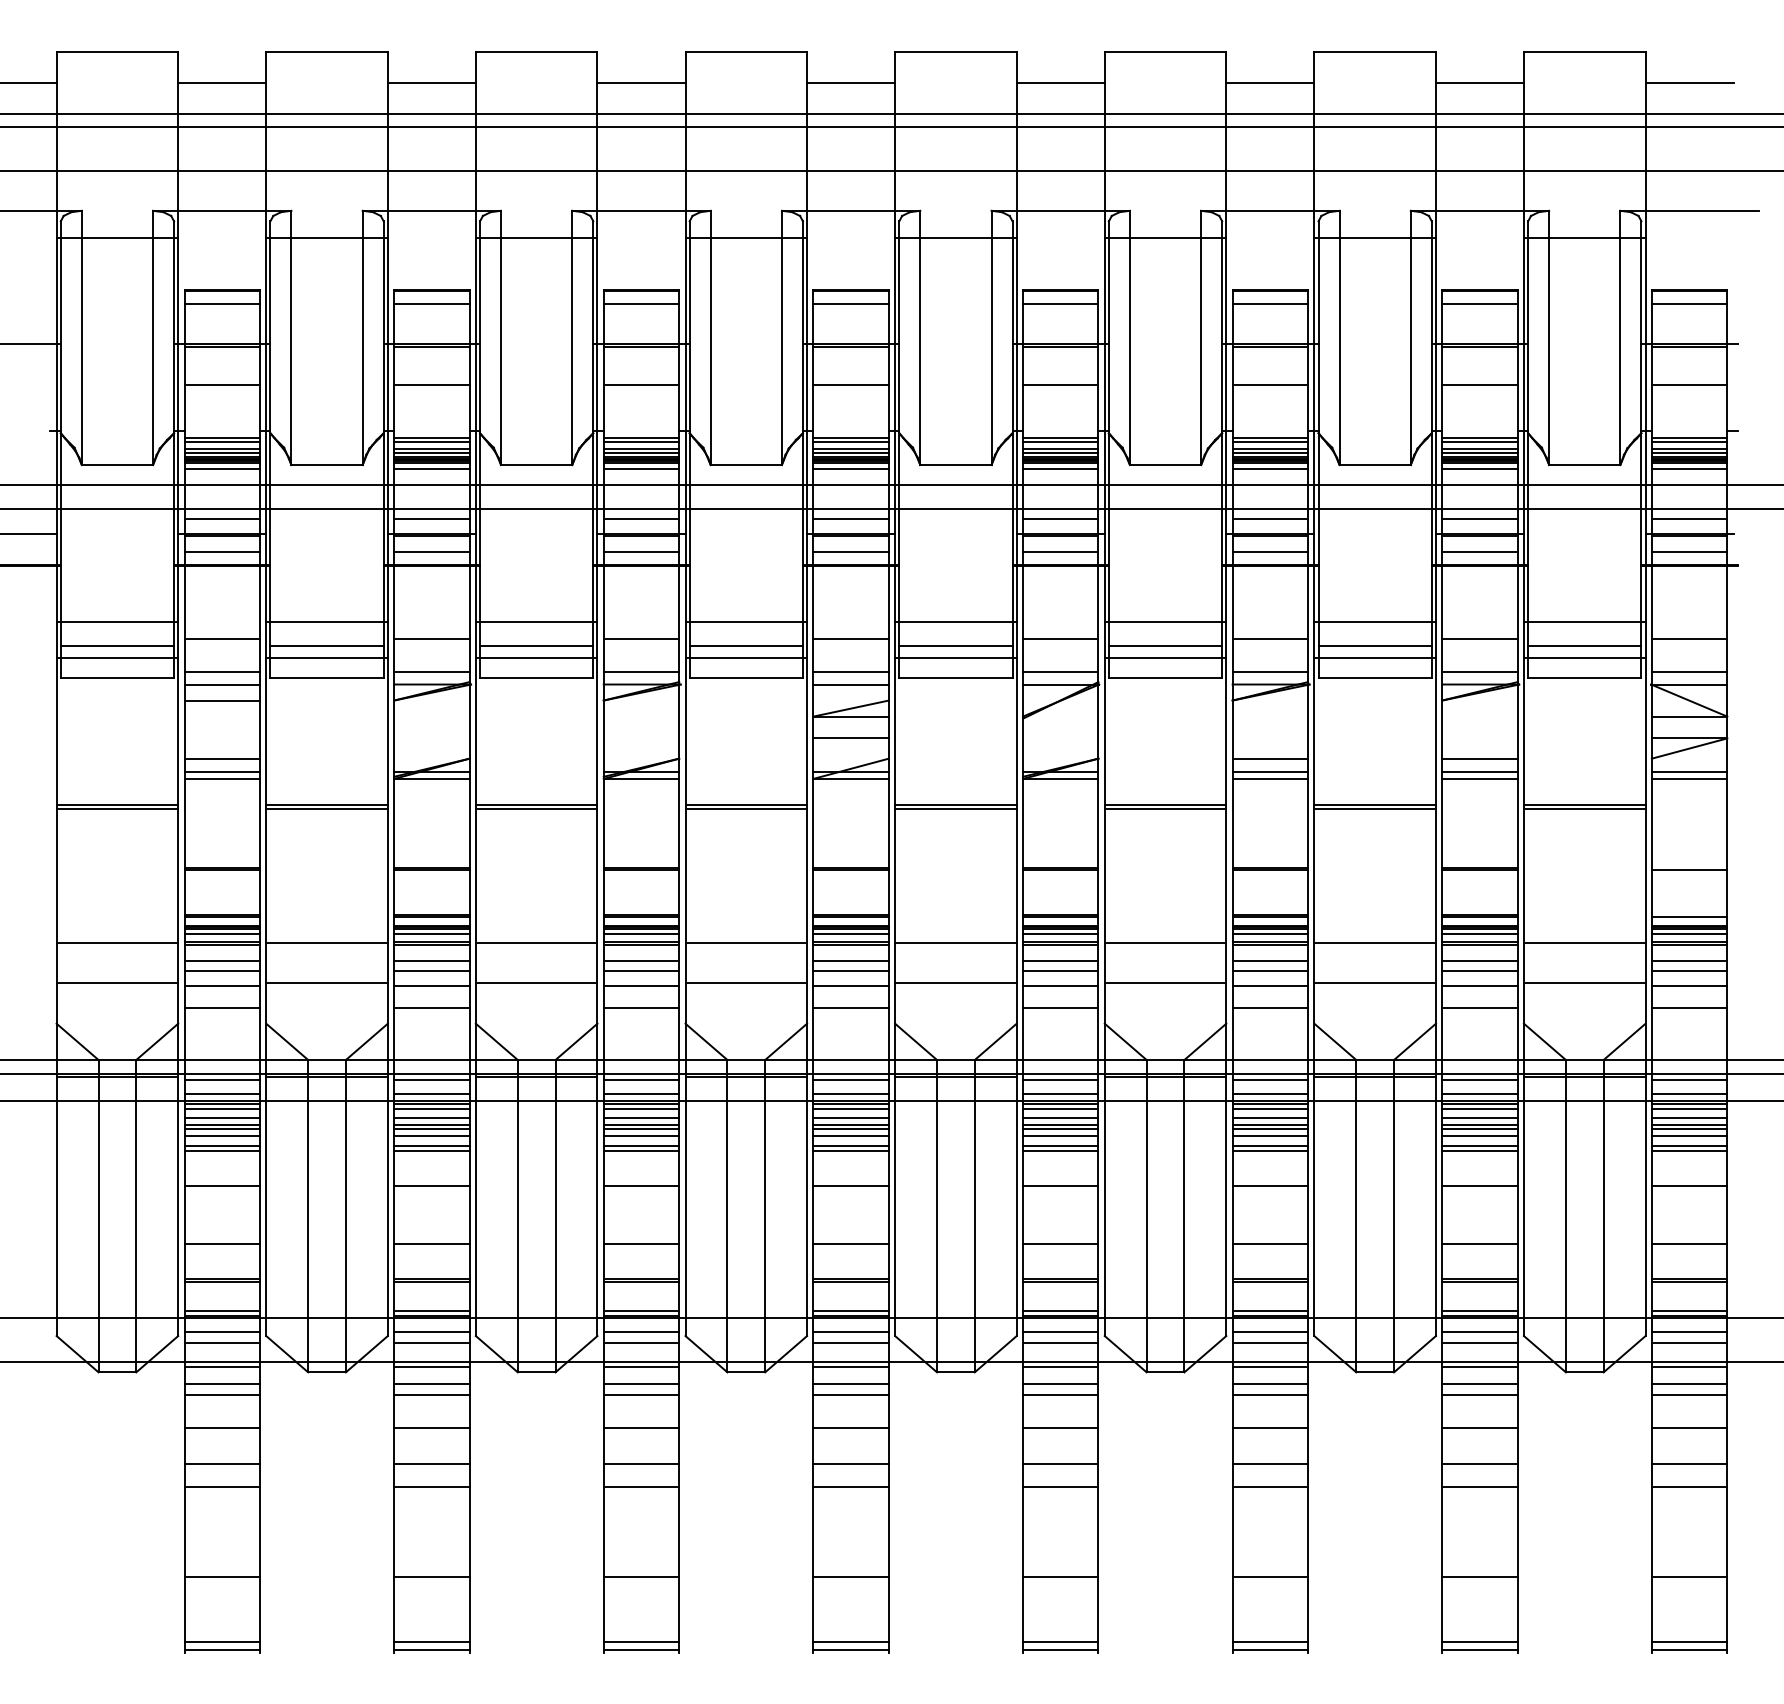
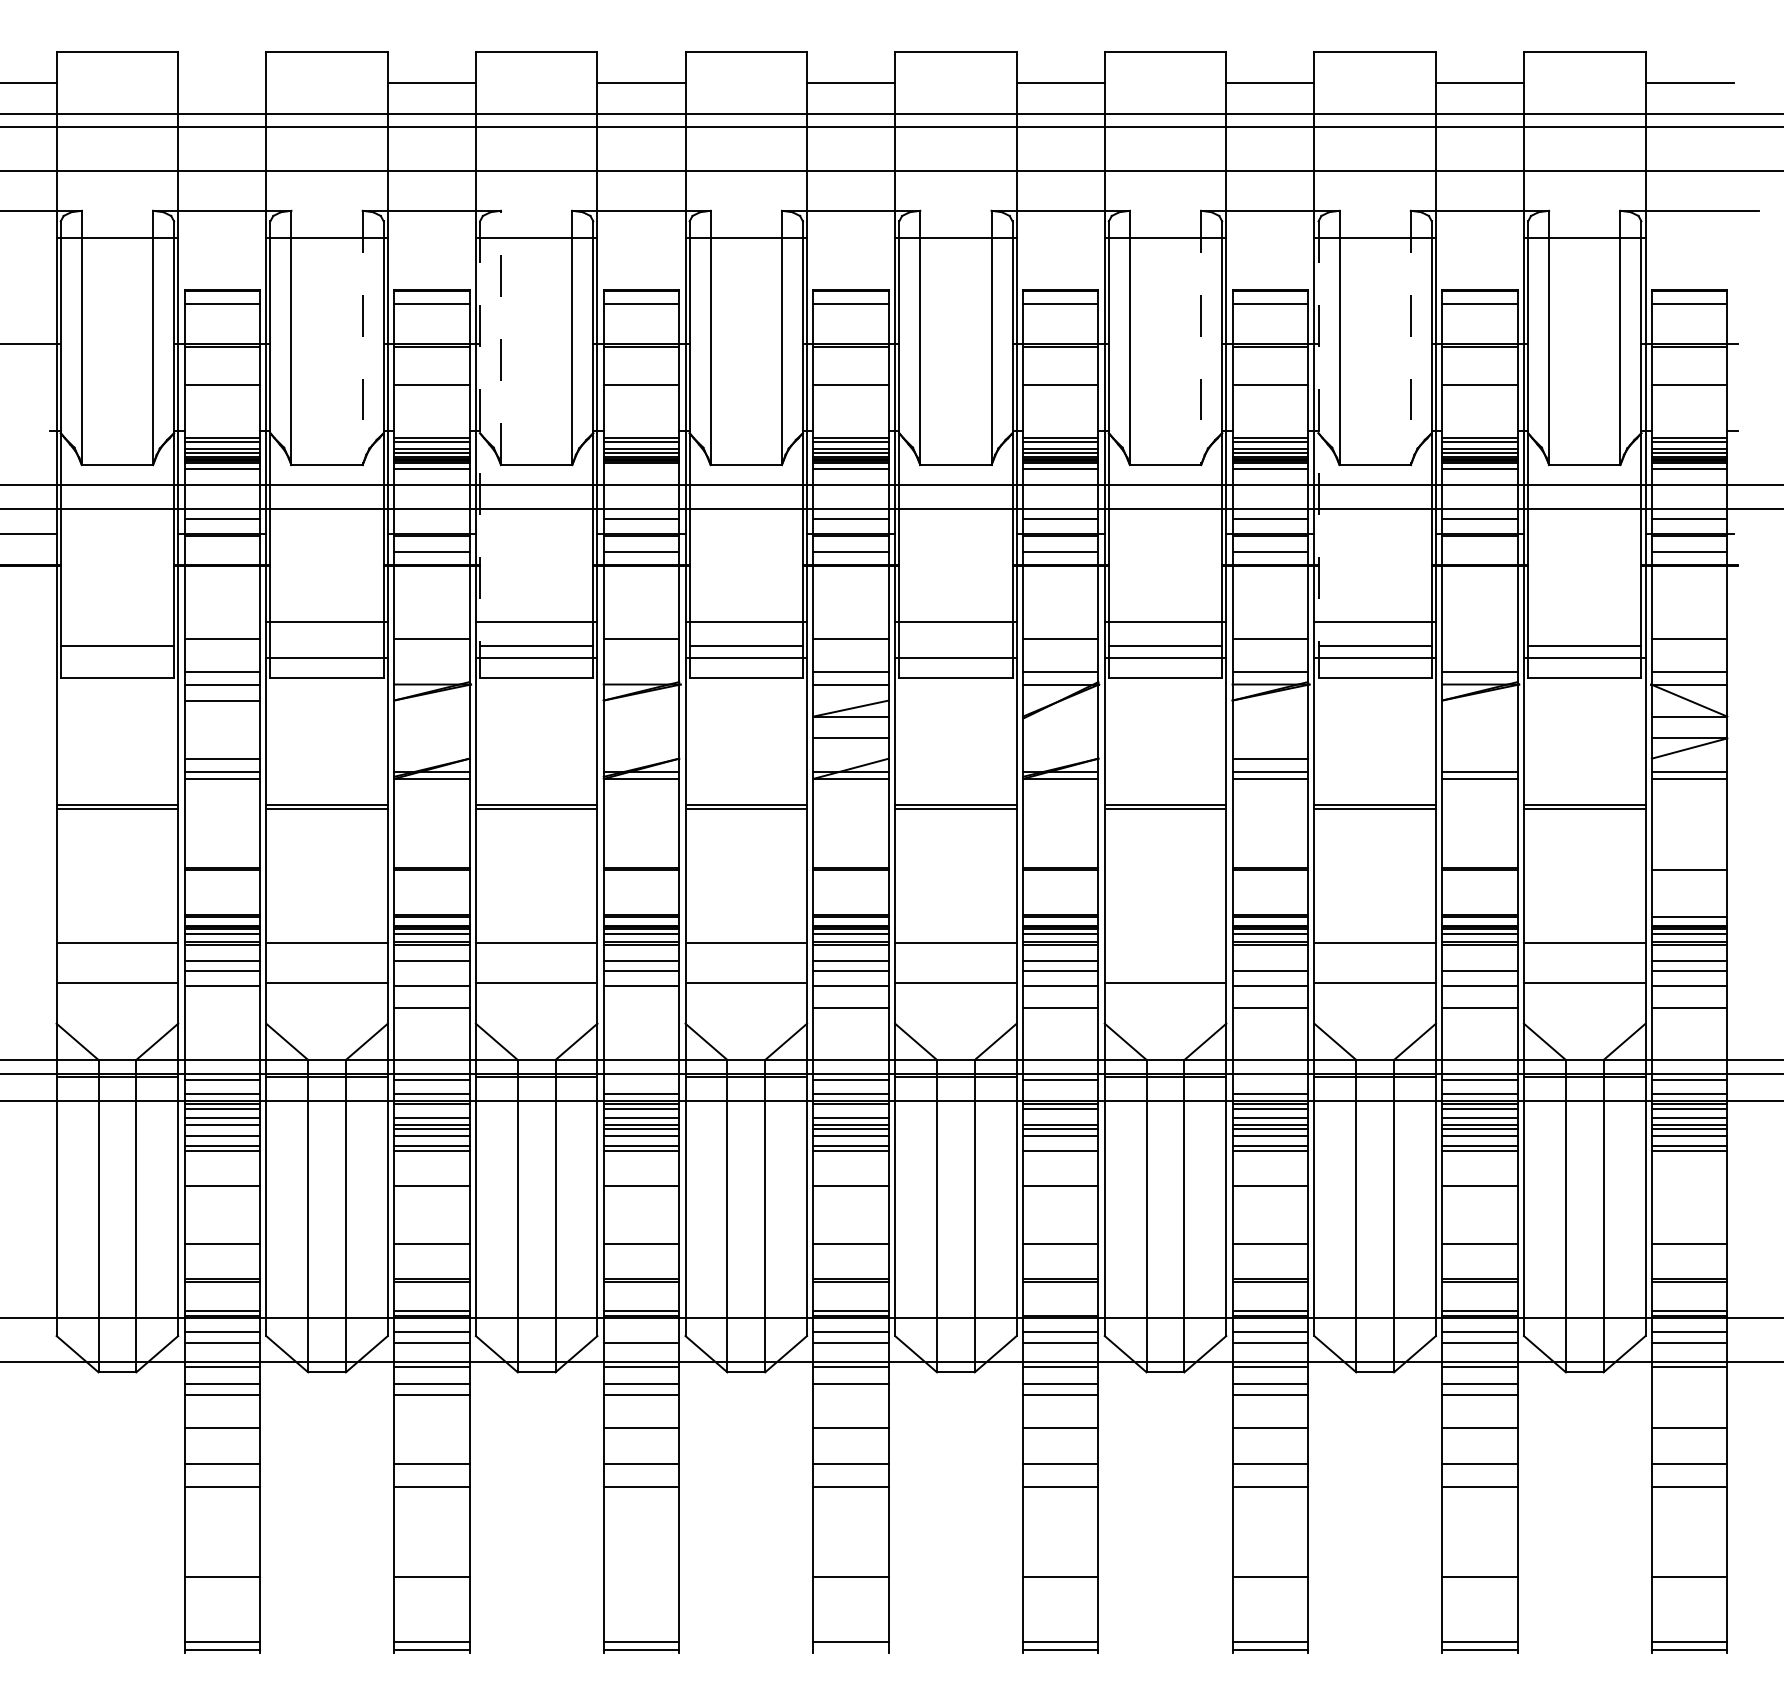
line at (222, 83): present -> none
line at (501, 337): solid -> dashed
line at (362, 338): solid -> dashed
line at (1201, 338): solid -> dashed
line at (1410, 338): solid -> dashed
line at (480, 450): solid -> dashed
line at (1318, 450): solid -> dashed
line at (641, 468): present -> none
line at (431, 518): present -> none
line at (221, 552): present -> none
line at (1479, 552): present -> none
line at (117, 621): present -> none
line at (1584, 621): present -> none
line at (1479, 639): present -> none
line at (326, 646): present -> none
line at (955, 646): present -> none
line at (117, 657): present -> none
line at (431, 672): present -> none
line at (641, 672): present -> none
line at (1479, 758): present -> none
line at (1165, 943): present -> none
line at (1270, 960): present -> none
line at (1479, 960): present -> none
line at (431, 970): present -> none
line at (221, 1007): present -> none
line at (641, 1007): present -> none
line at (641, 1080): present -> none
line at (1270, 1080): present -> none
line at (1060, 1093): present -> none
line at (431, 1108): present -> none
line at (850, 1108): present -> none
line at (1060, 1118): present -> none
line at (221, 1129): present -> none
line at (1060, 1145): present -> none
line at (1689, 1186): present -> none
line at (1060, 1310): present -> none
line at (641, 1331): present -> none
line at (1689, 1384): present -> none
line at (850, 1395): present -> none
line at (1689, 1395): present -> none
line at (431, 1428): present -> none
line at (641, 1576): present -> none
line at (850, 1650): present -> none
